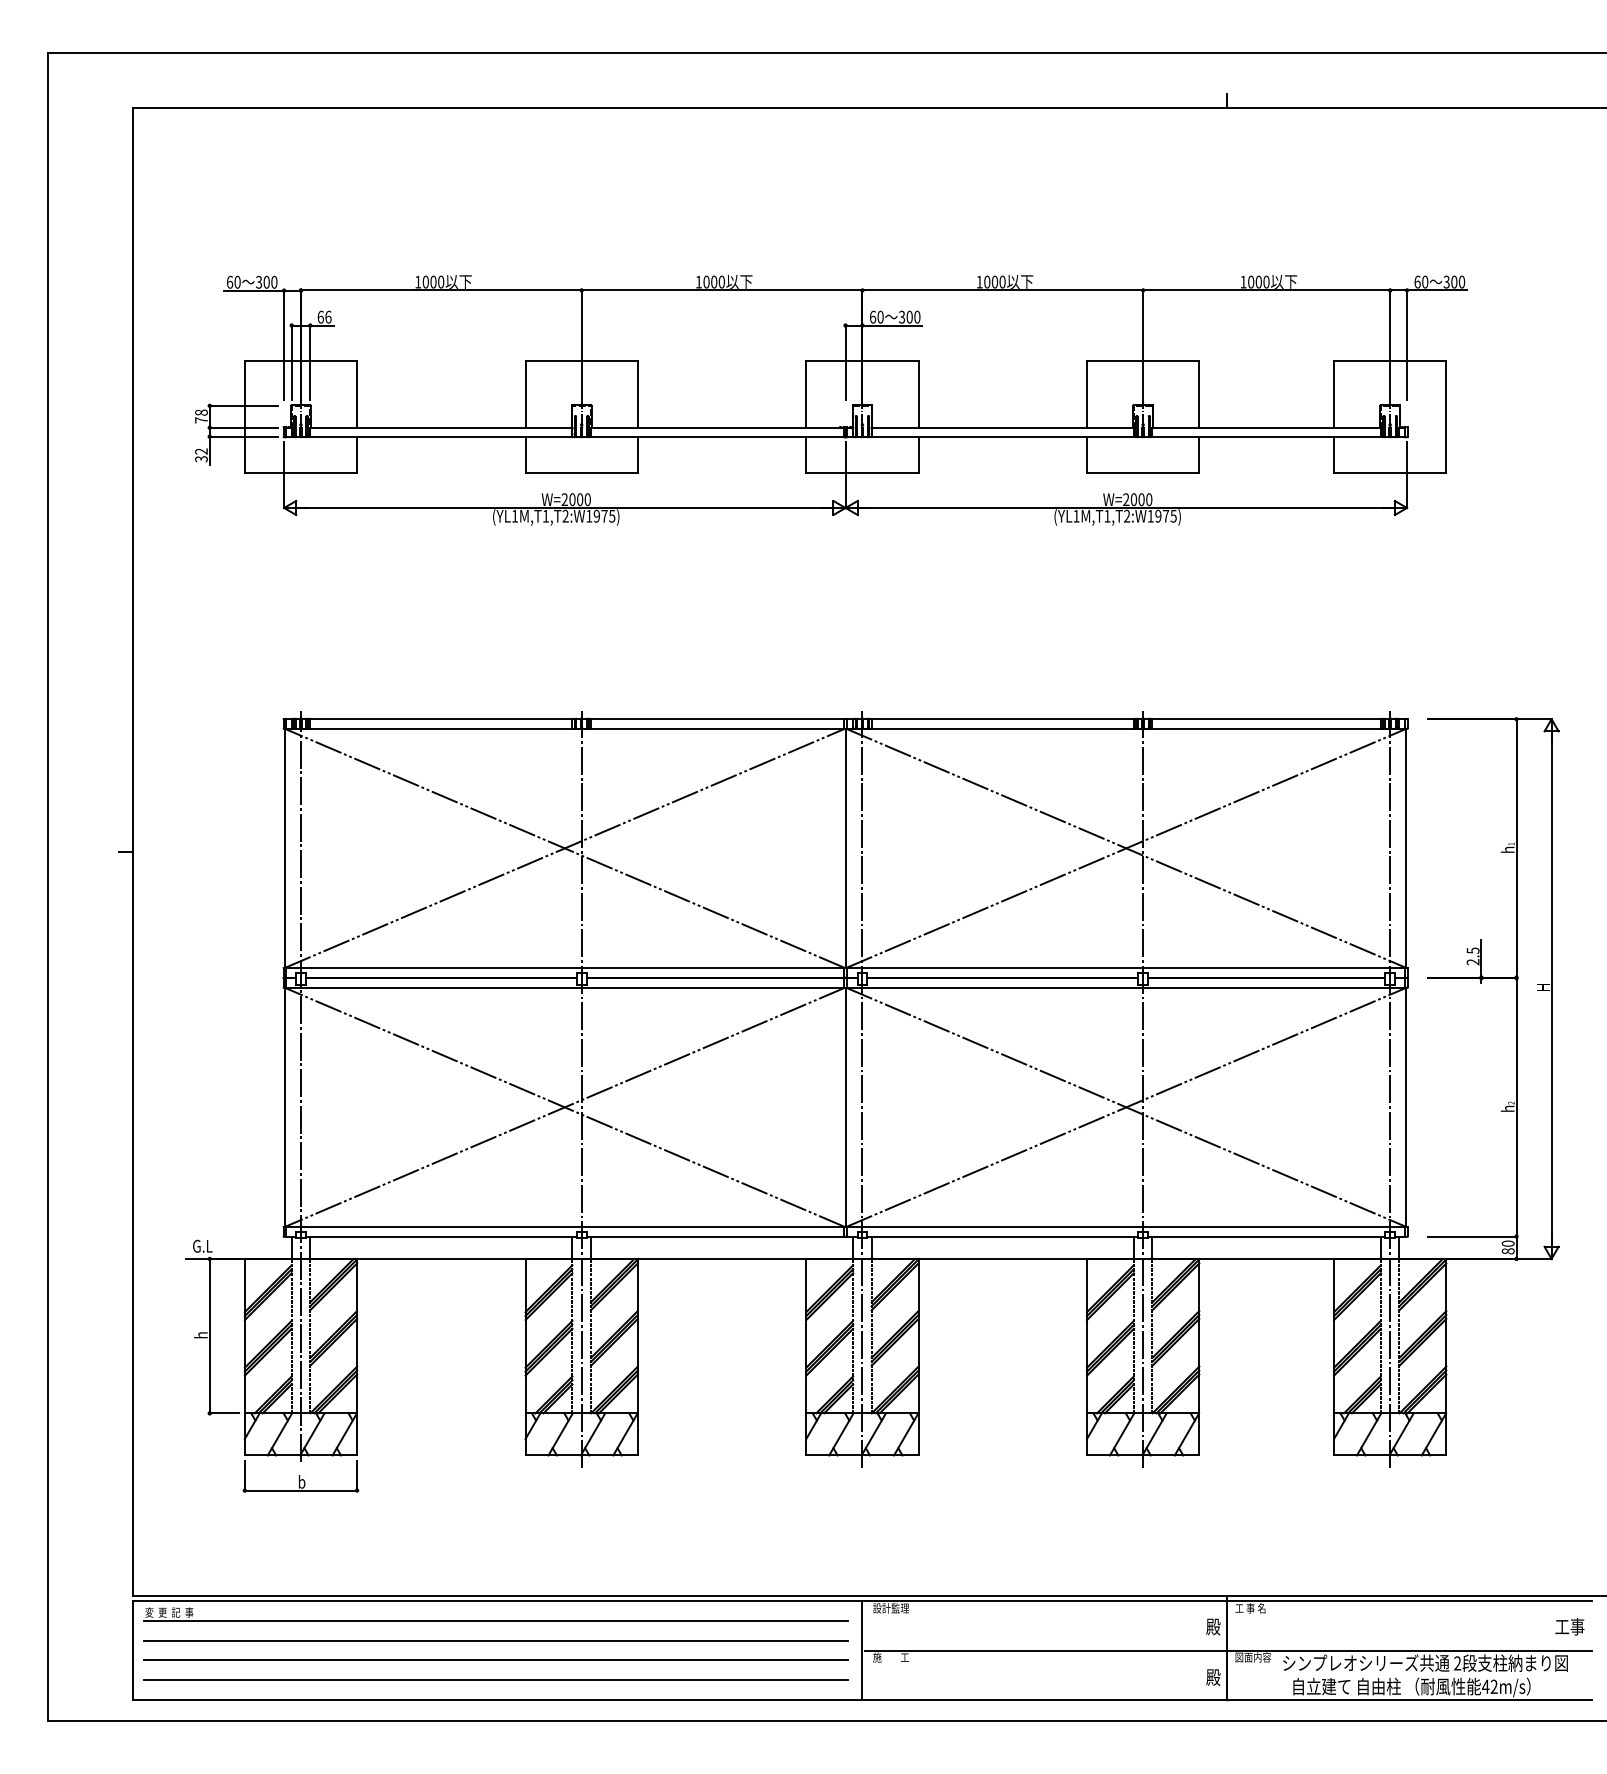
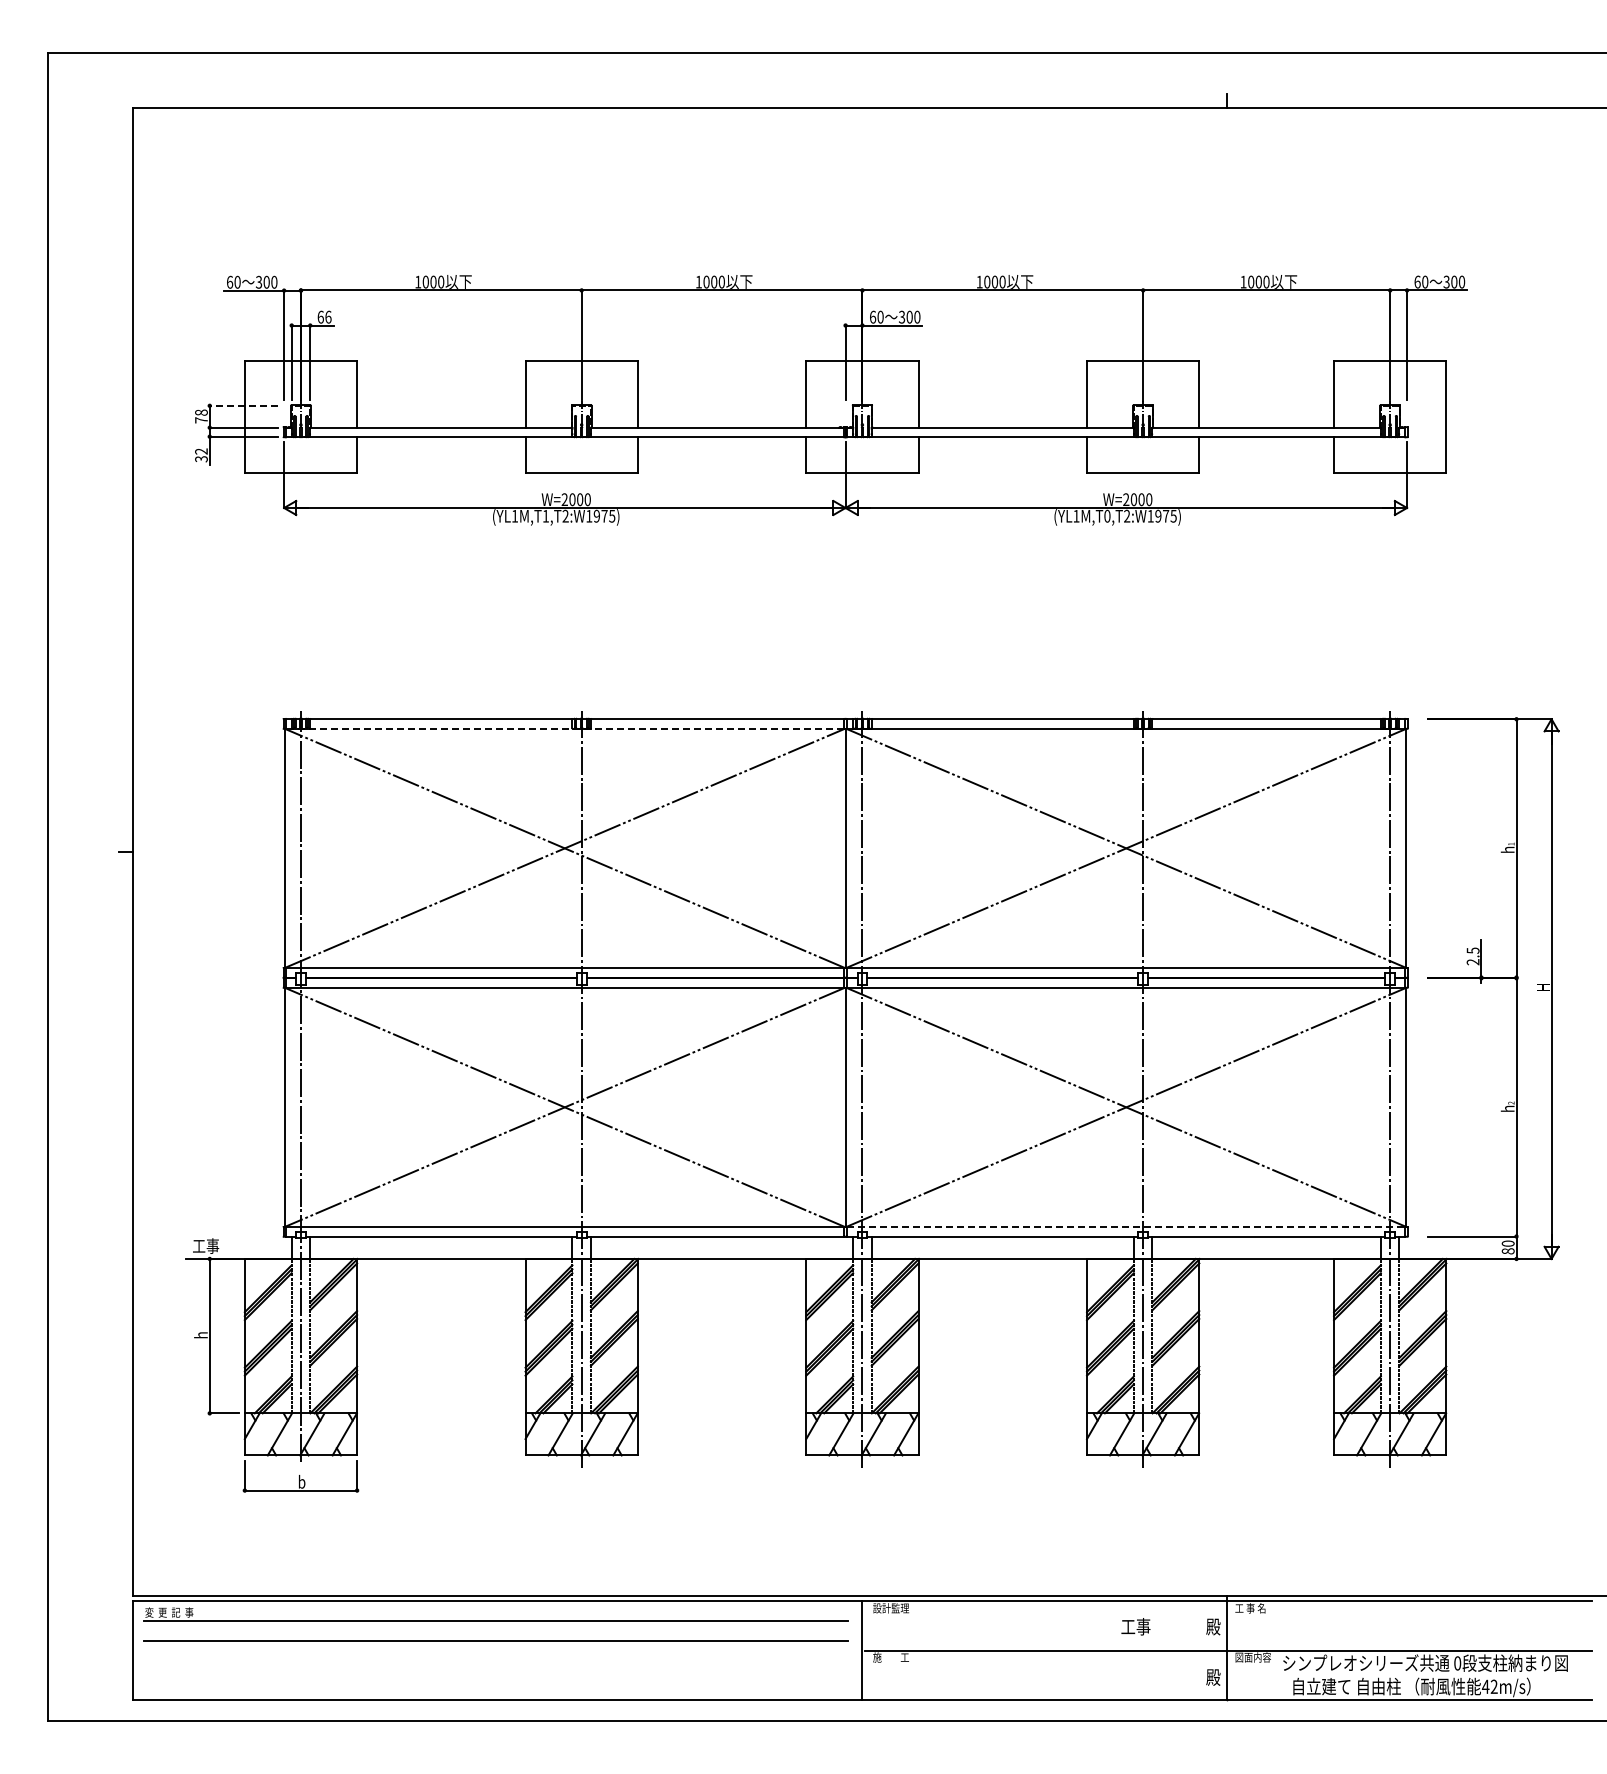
line at (243, 405): solid -> dashed
text at (1107, 515): (YL1M,T1,T2:W1975) -> (YL1M,T0,T2:W1975)
line at (564, 728): solid -> dashed
line at (1126, 1226): solid -> dashed
text at (206, 1245): G.L -> 工事
text at (1569, 1626) position: (1569, 1626) -> (1135, 1626)
line at (496, 1660): present -> none
text at (1457, 1663): 2 -> 0
line at (496, 1680): present -> none
